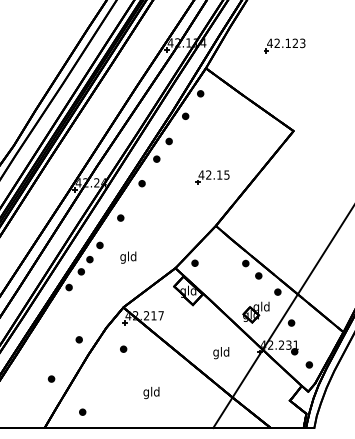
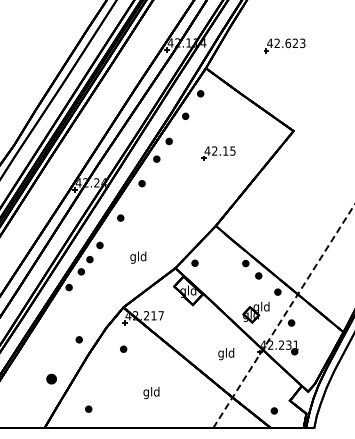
text at (288, 43): 42.123 -> 42.623
part at (212, 177) position: (212, 177) -> (218, 153)
text at (128, 257) position: (128, 257) -> (138, 257)
line at (284, 315): solid -> dashed
text at (221, 353) position: (221, 353) -> (226, 354)
part at (308, 364) position: (308, 364) -> (273, 410)
part at (51, 378) size: 9x8 px -> 11x12 px
part at (82, 411) position: (82, 411) -> (88, 408)
